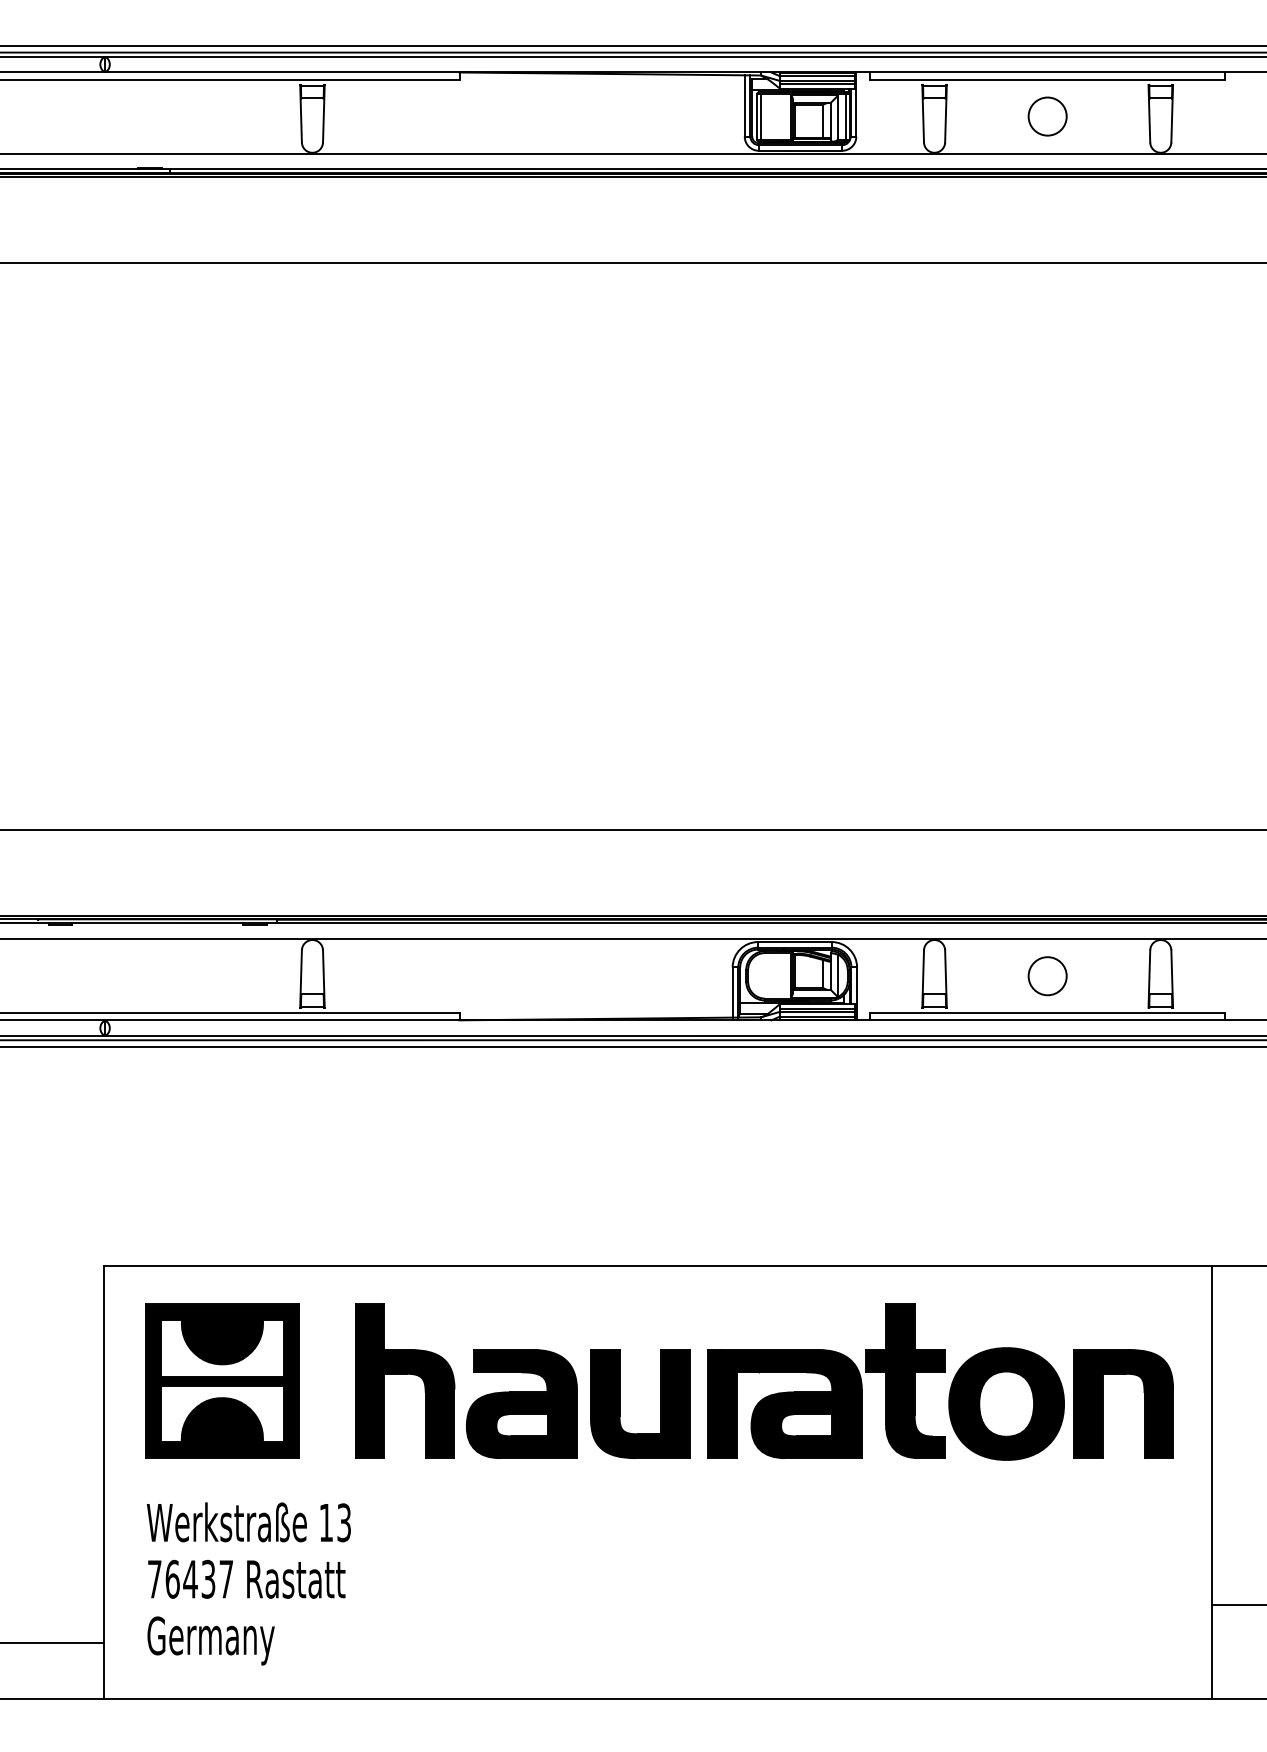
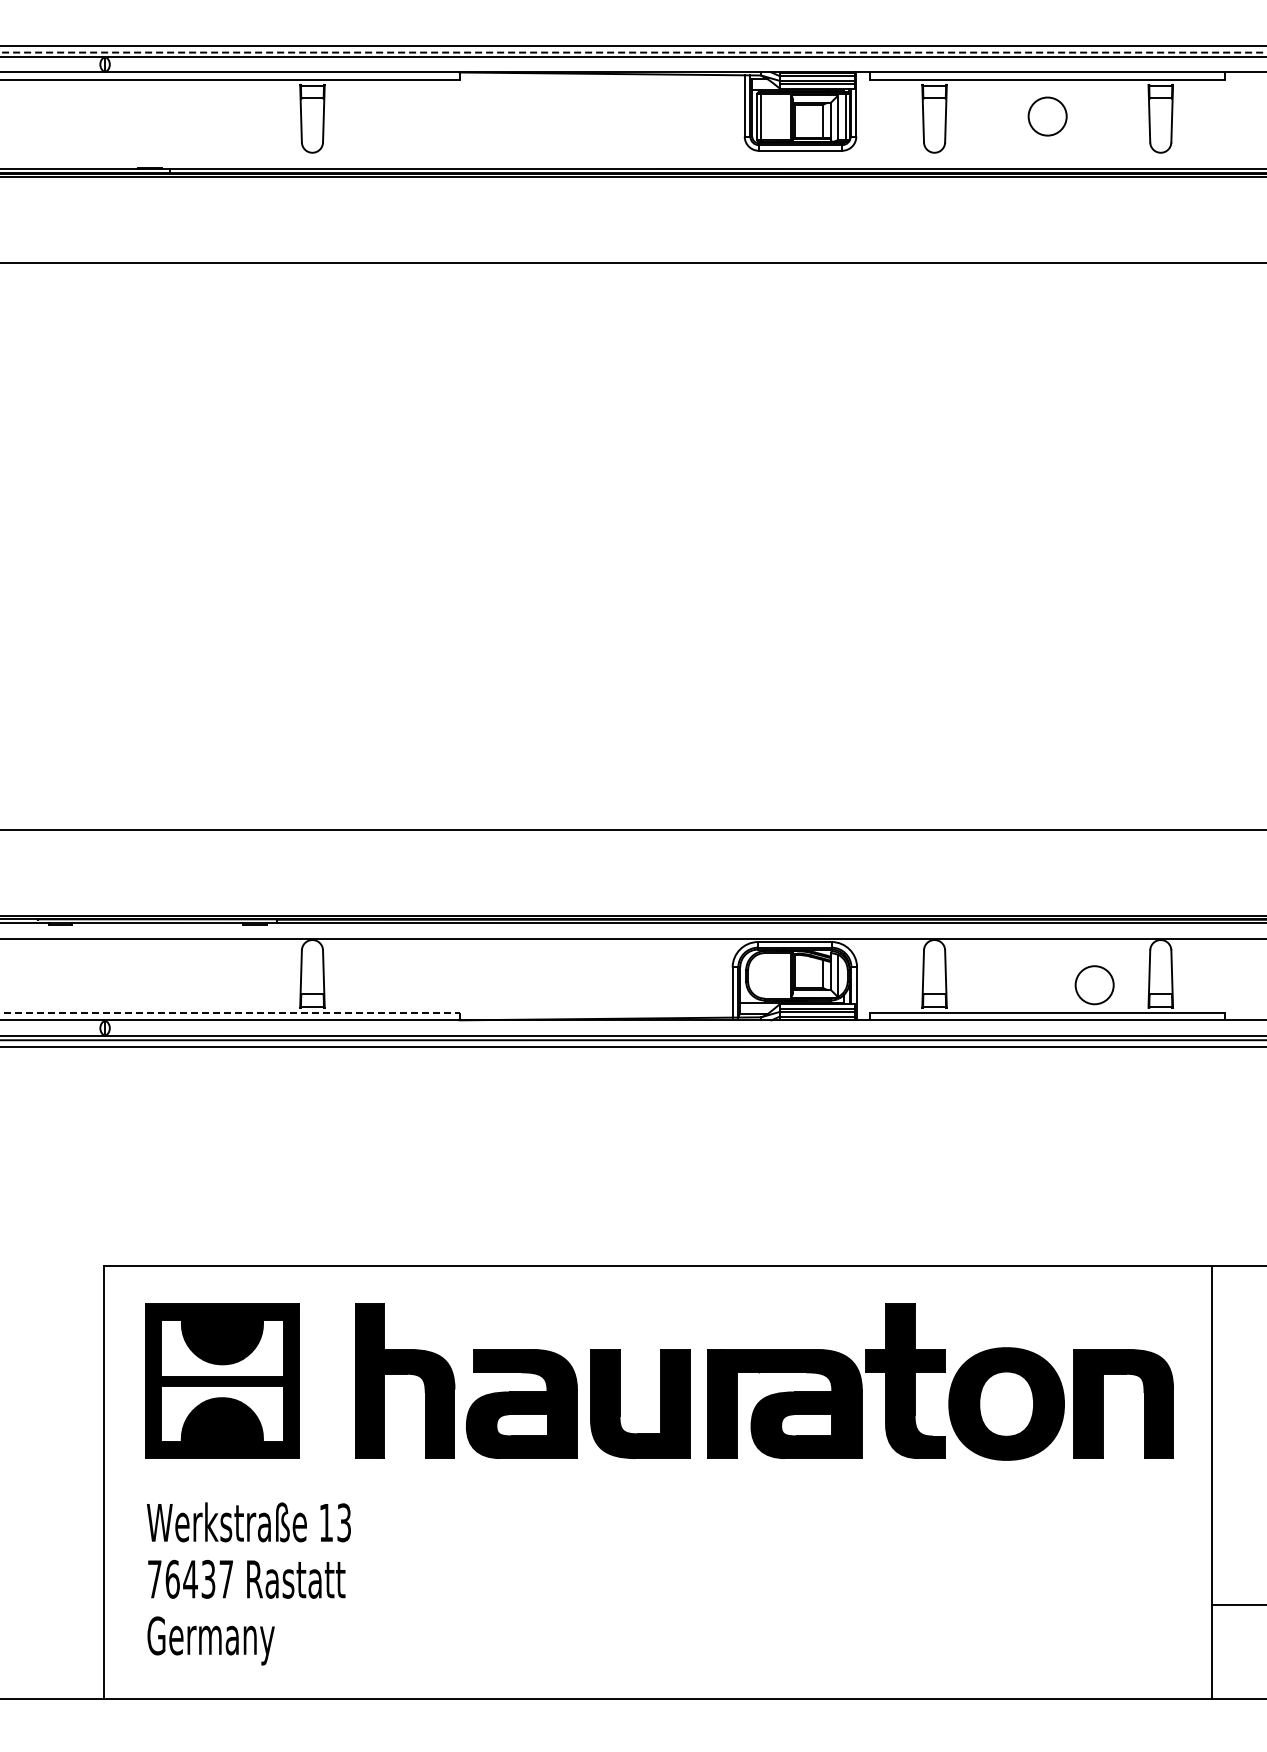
line at (633, 52): solid -> dashed
line at (632, 154): present -> none
circle at (1047, 976) position: (1047, 976) -> (1094, 985)
line at (230, 1012): solid -> dashed
line at (52, 1642): present -> none
